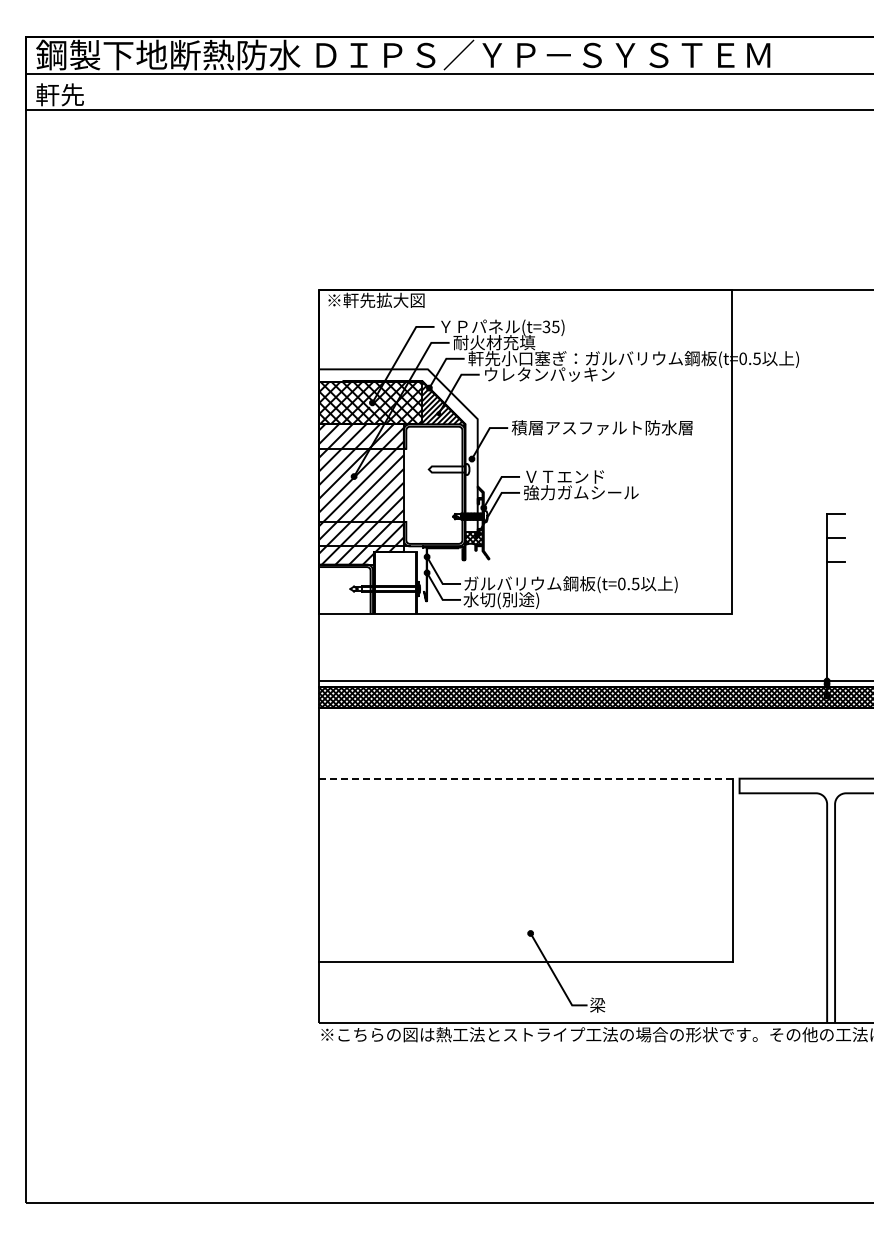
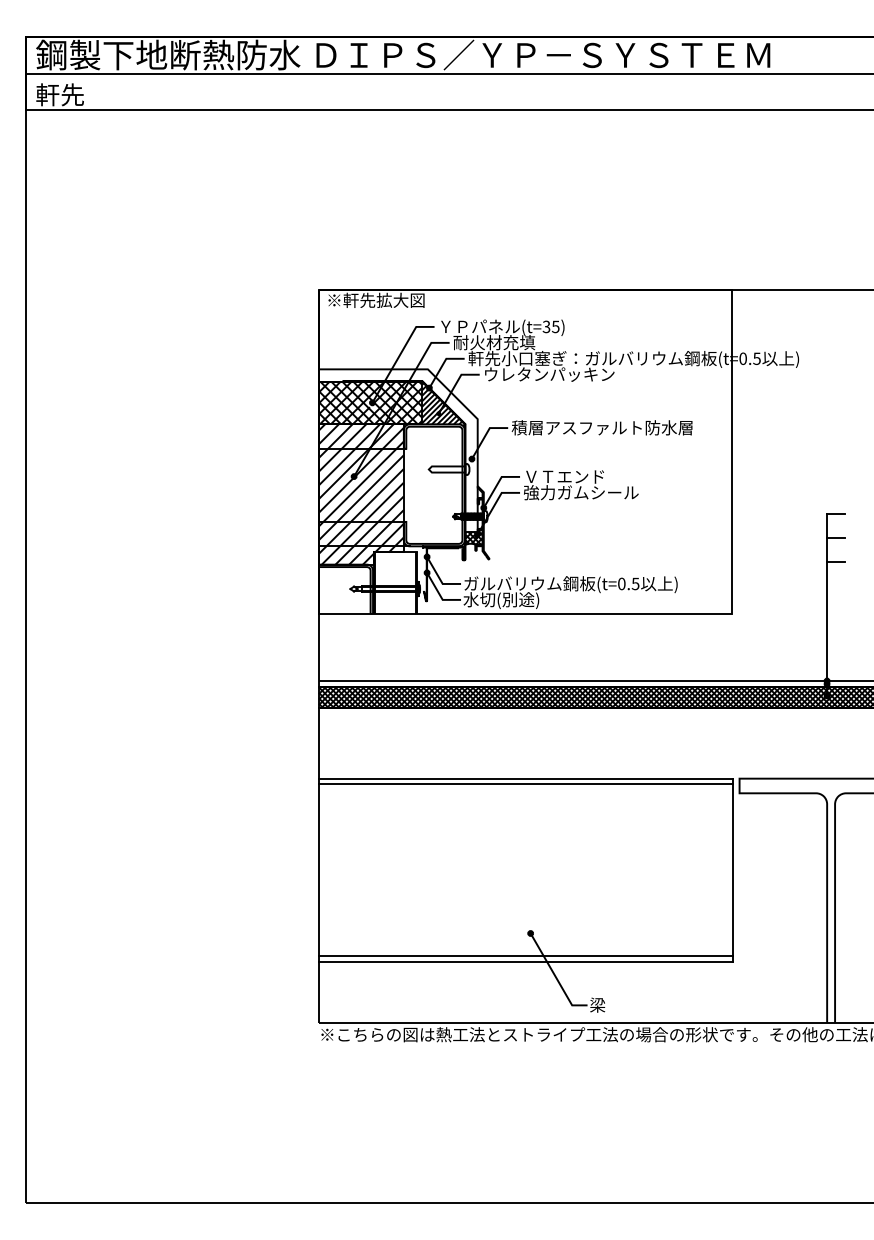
line at (525, 778): dashed -> solid
line at (526, 784): none -> present
line at (526, 956): none -> present
